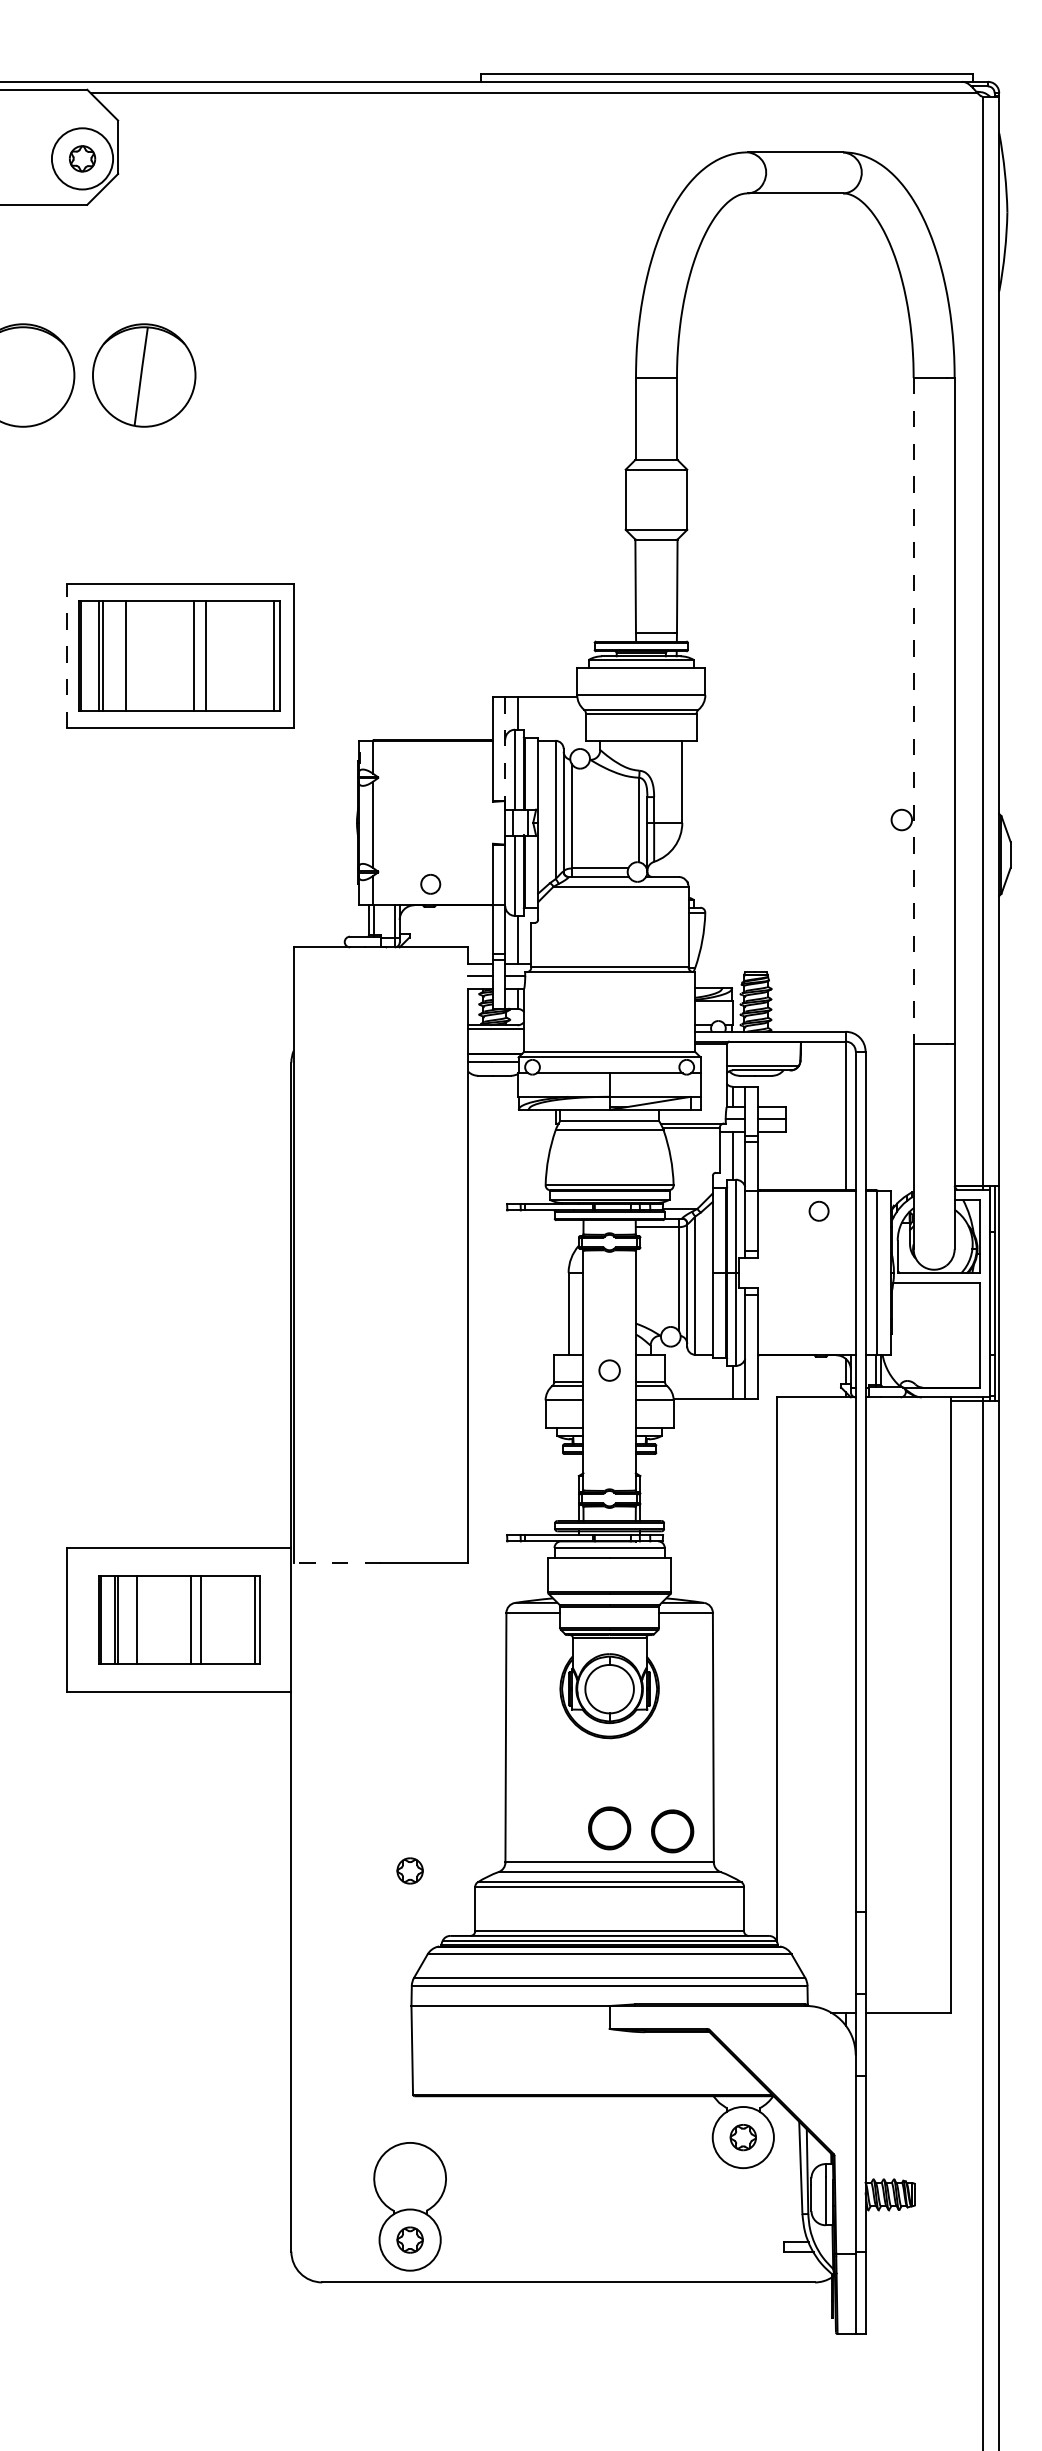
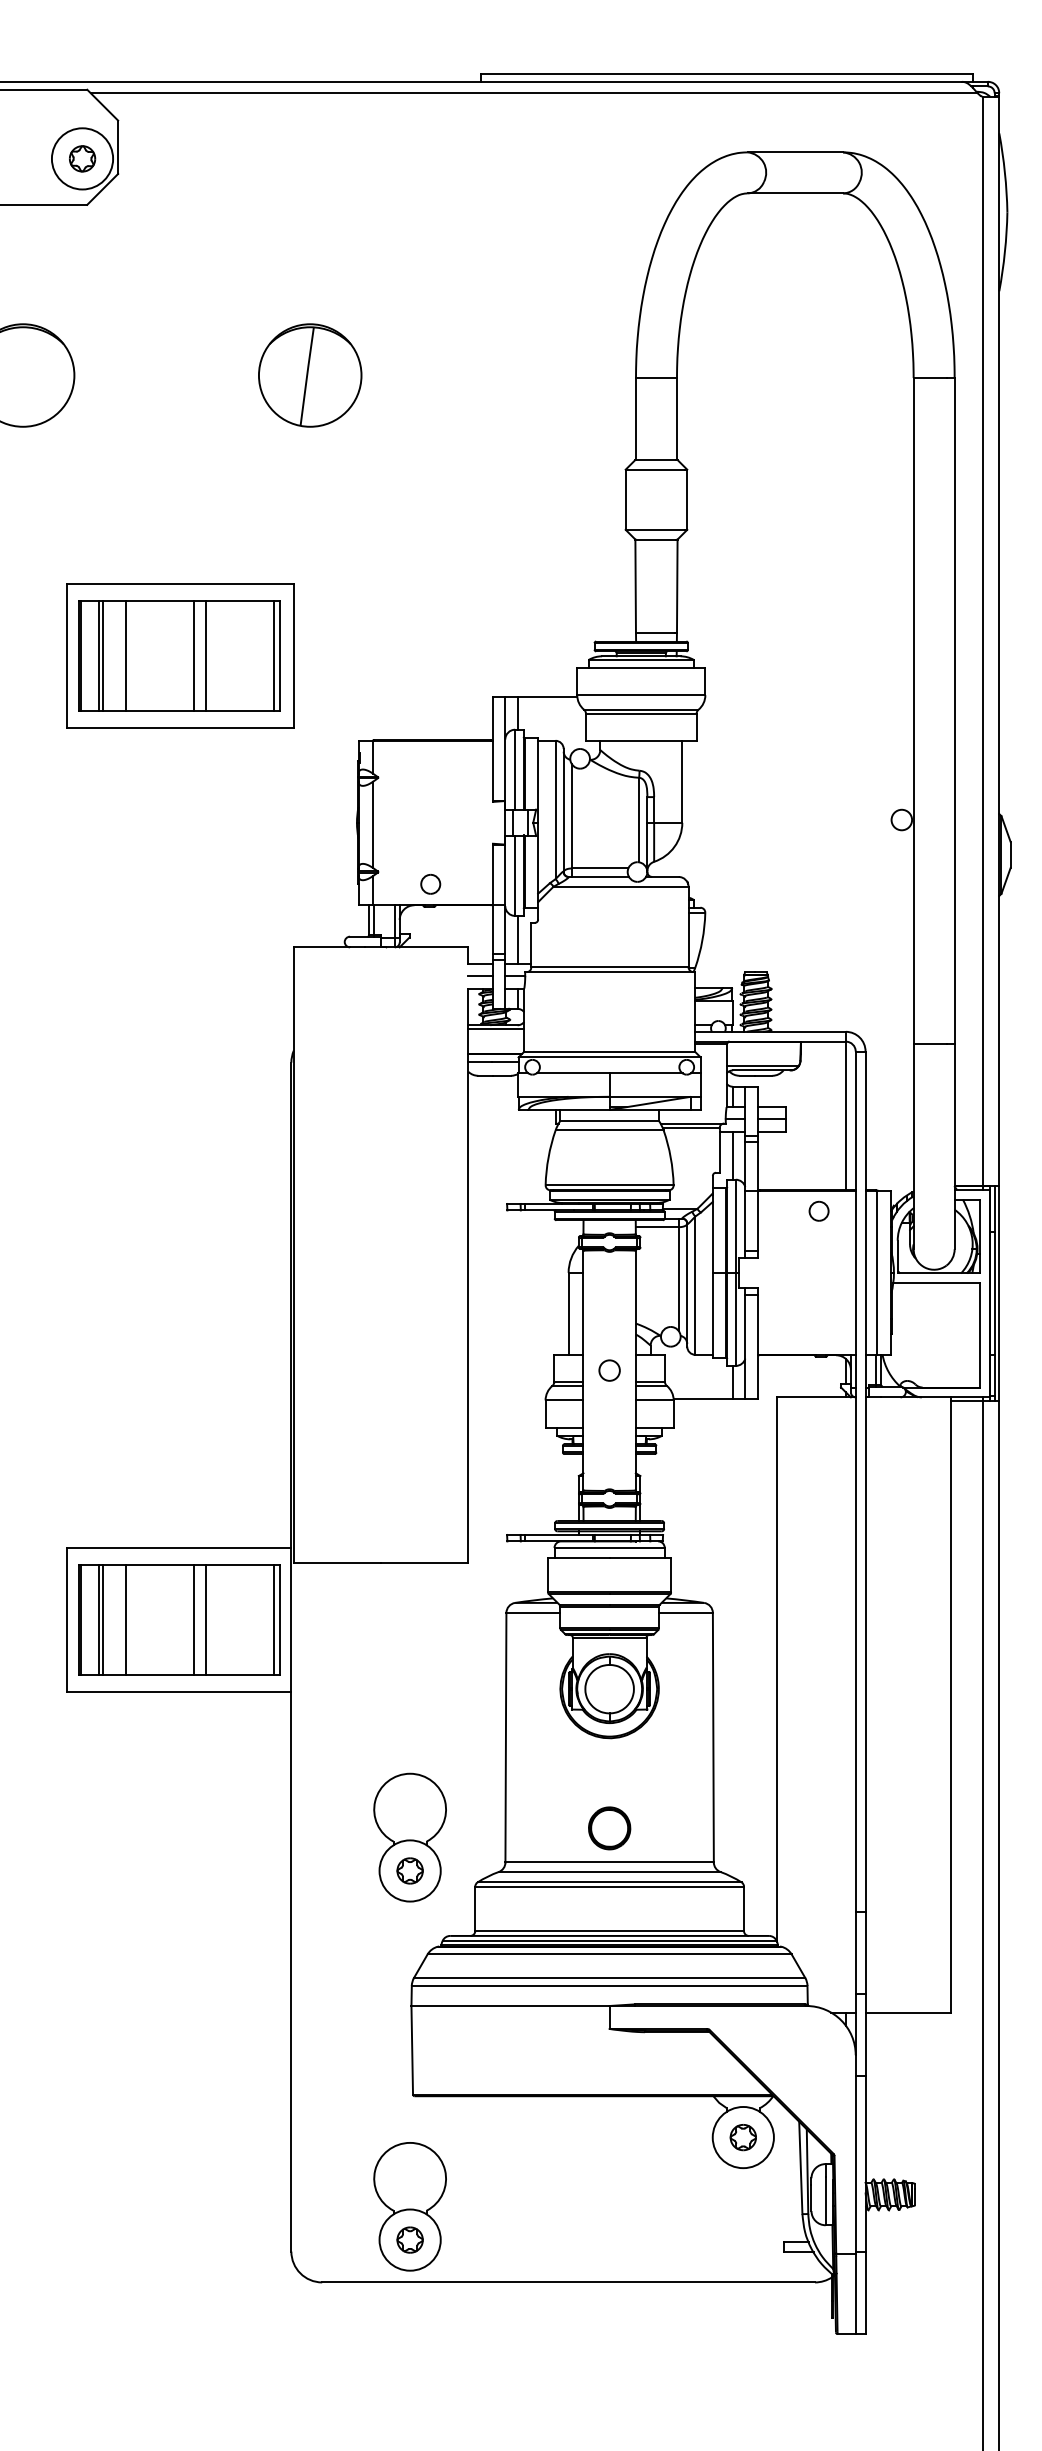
part at (144, 375) position: (144, 375) -> (310, 375)
line at (67, 655): dashed -> solid
line at (913, 711): dashed -> solid
line at (505, 748): dashed -> solid
line at (337, 1562): dashed -> solid
part at (179, 1619) size: 163x90 px -> 203x112 px
part at (672, 1831): present -> none
part at (409, 1837): none -> present
